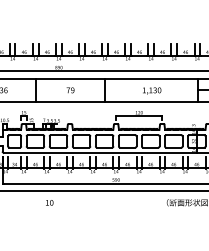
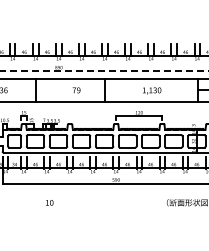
line at (105, 71): solid -> dashed
text at (70, 90) position: (70, 90) -> (76, 90)
line at (103, 190): present -> none
